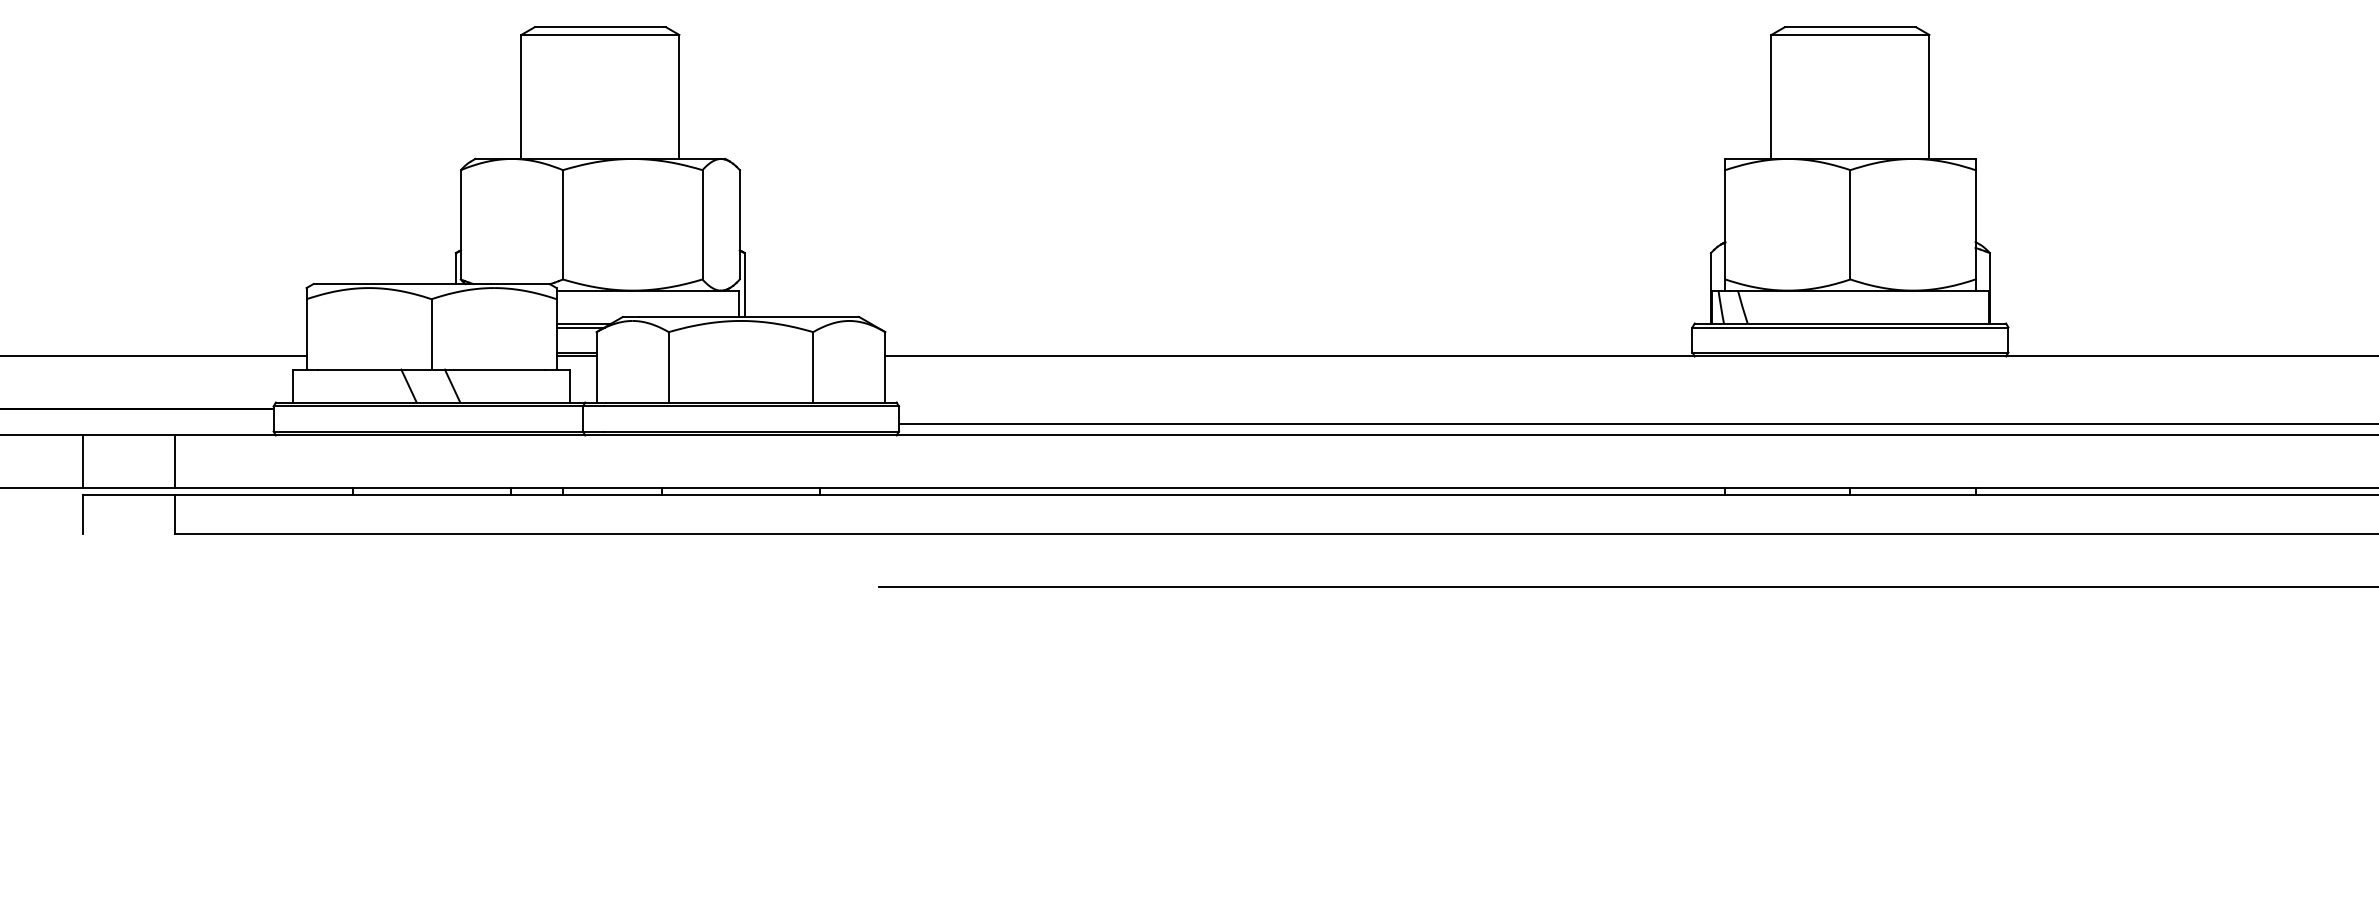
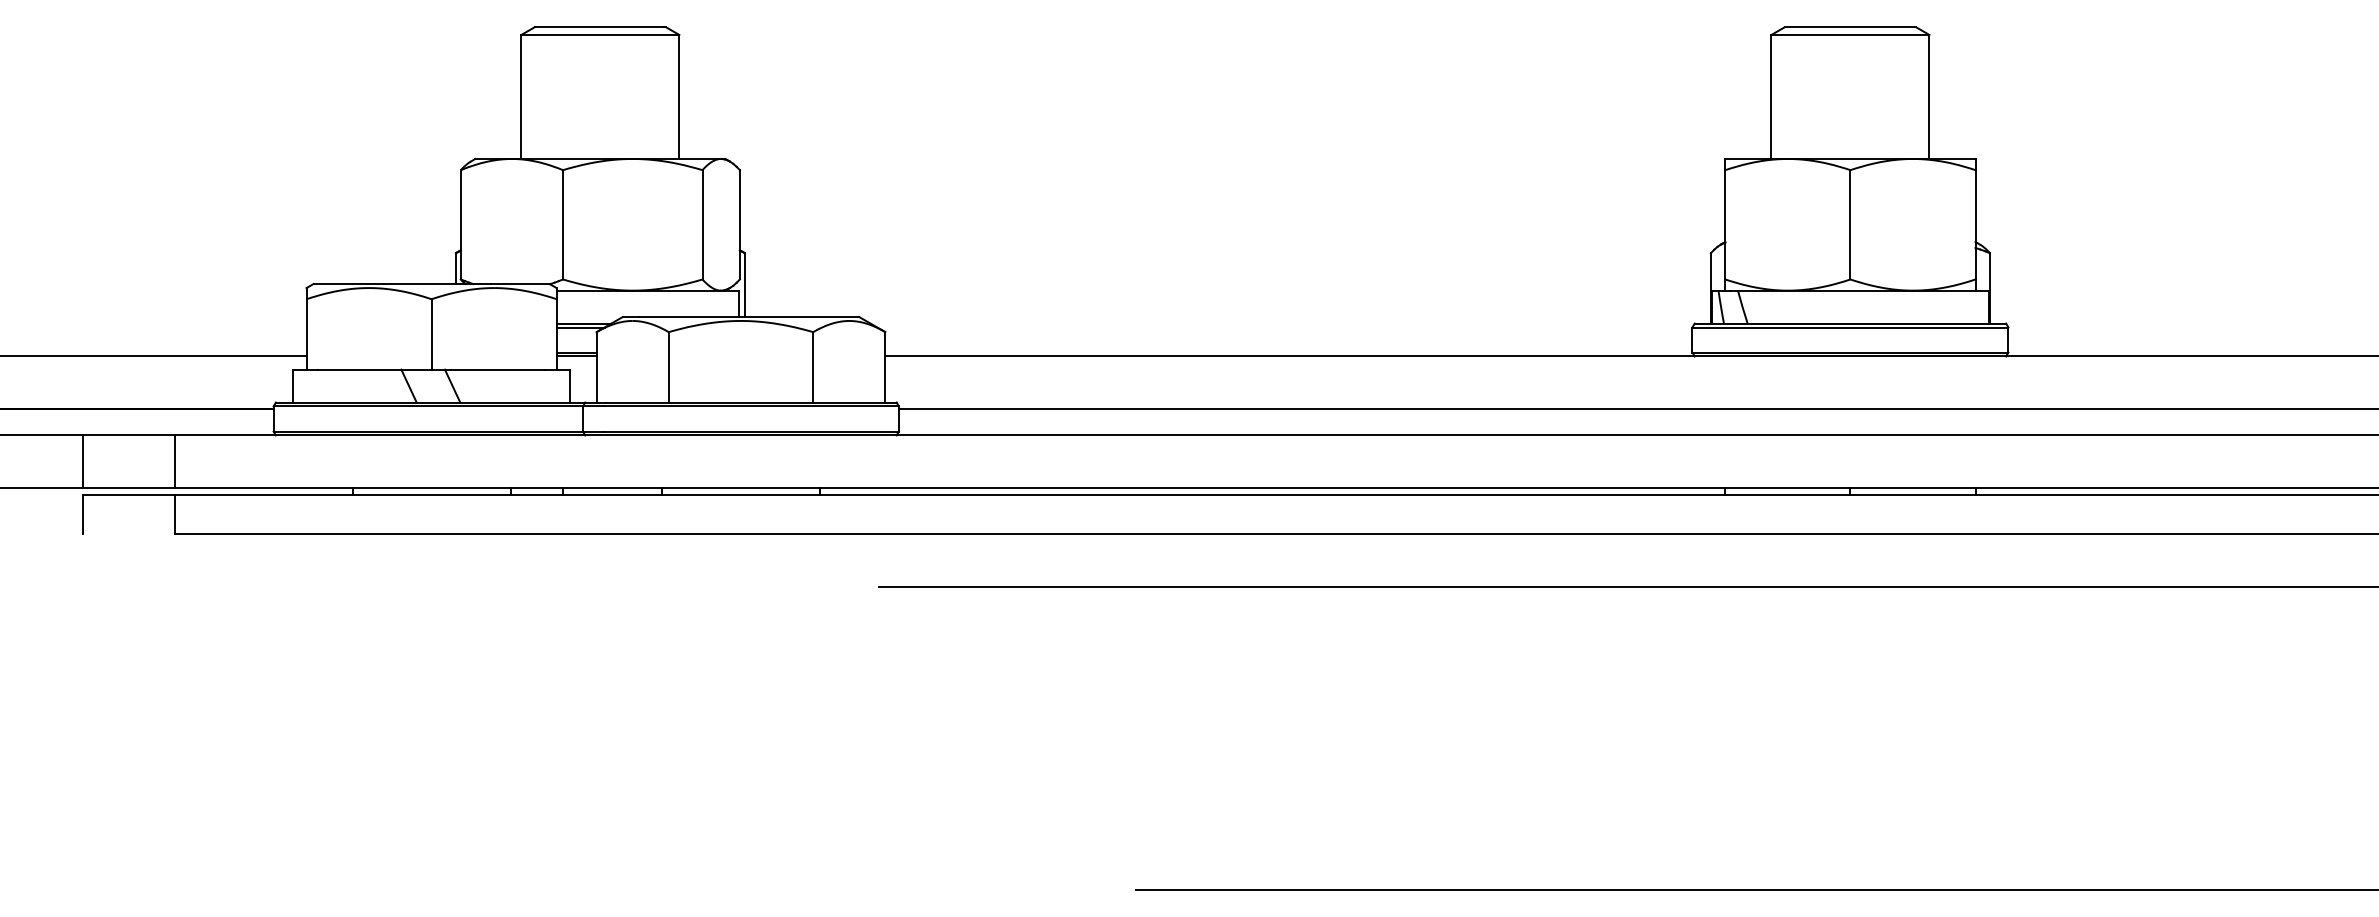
line at (1636, 424) position: (1636, 424) -> (1636, 409)
line at (1755, 889): none -> present
